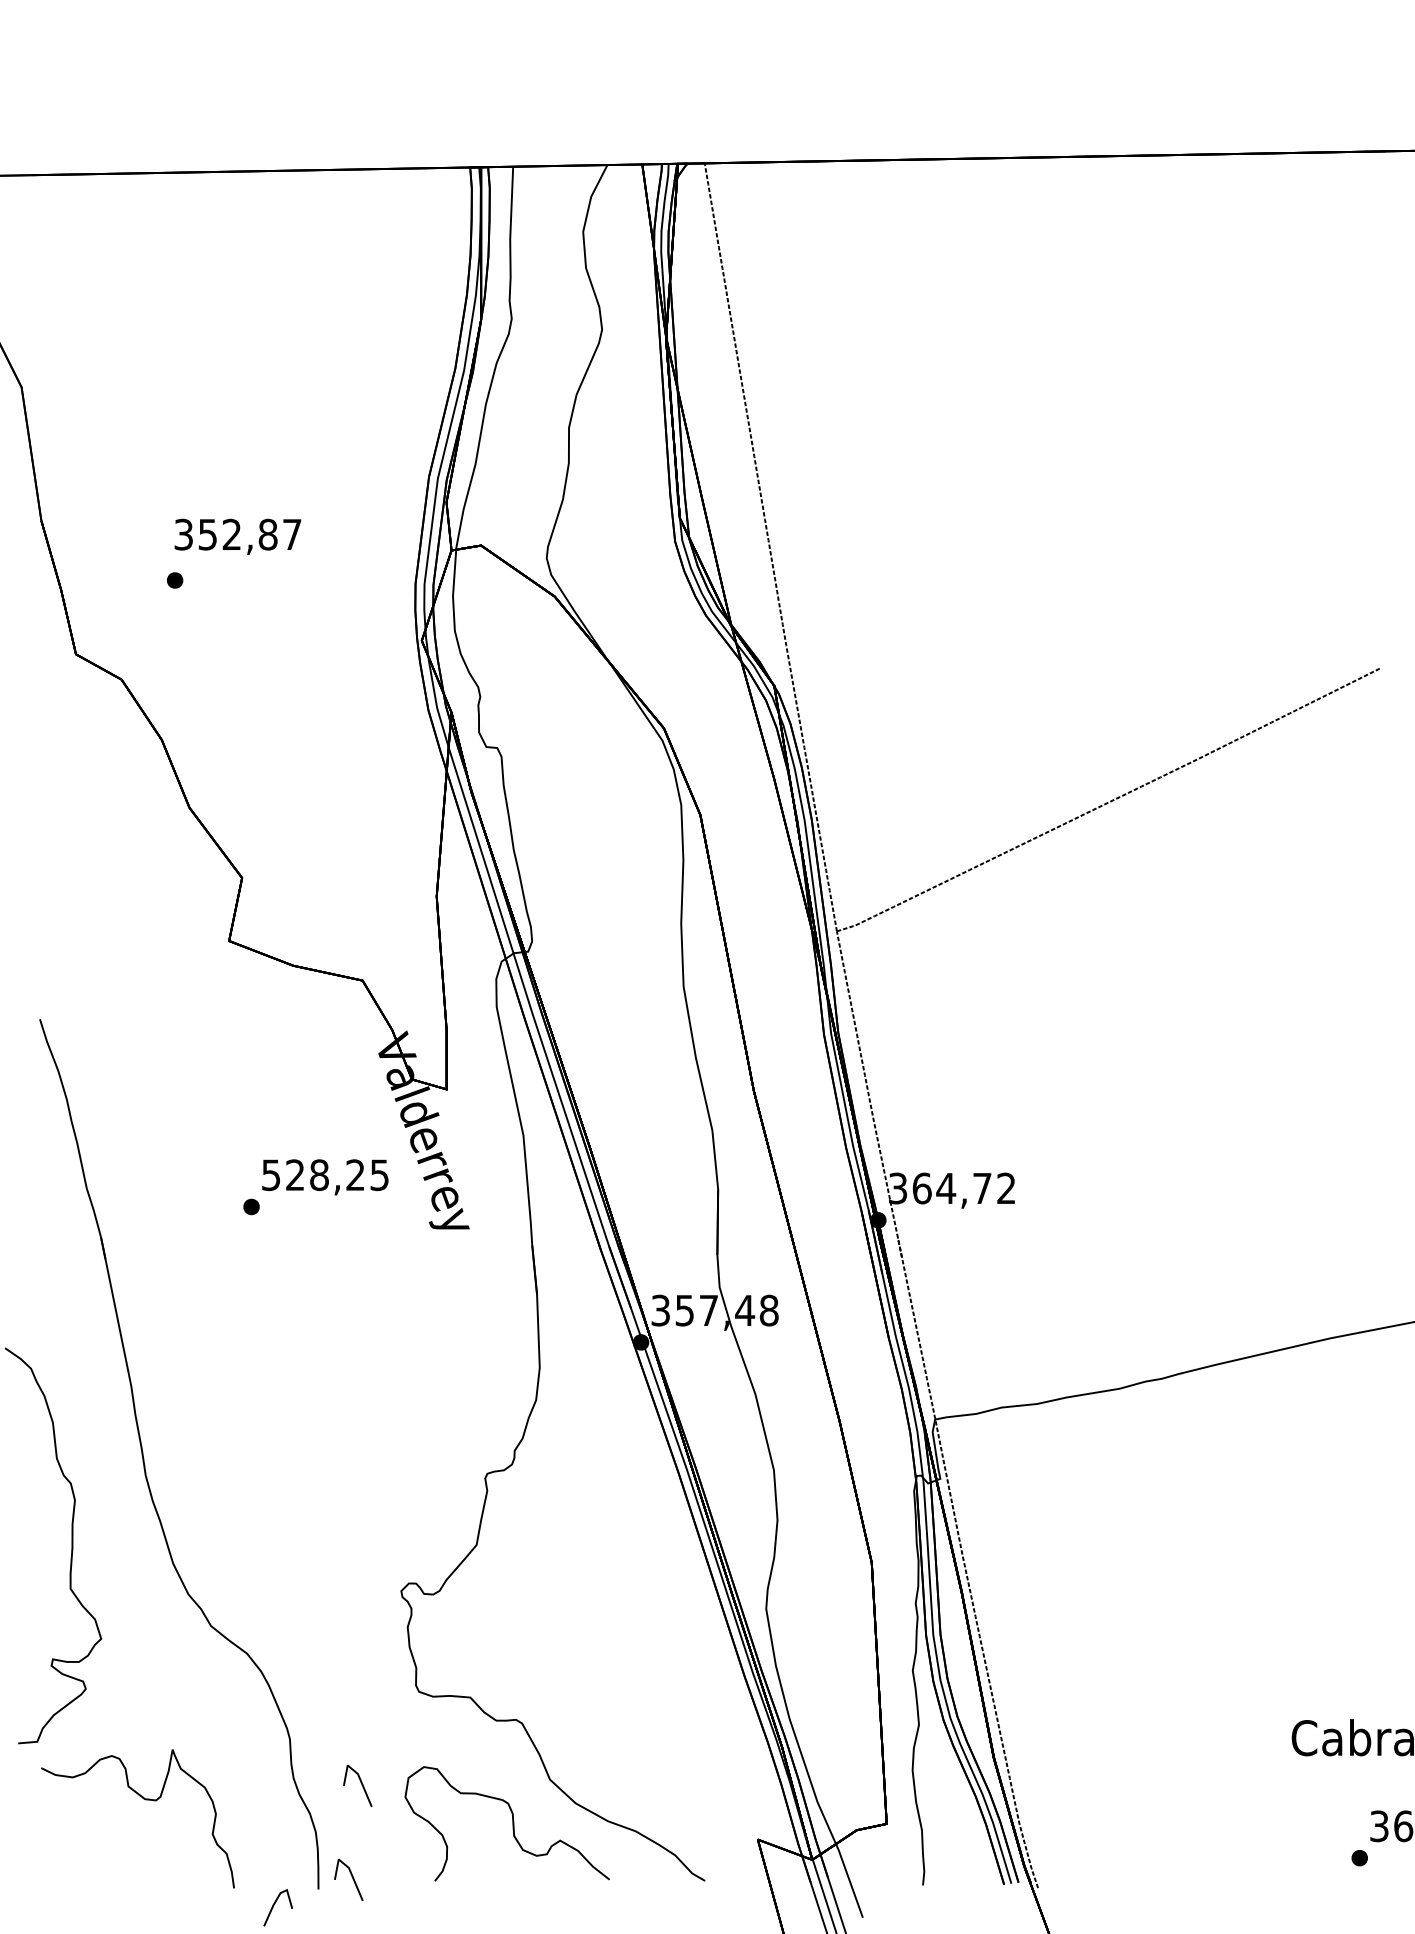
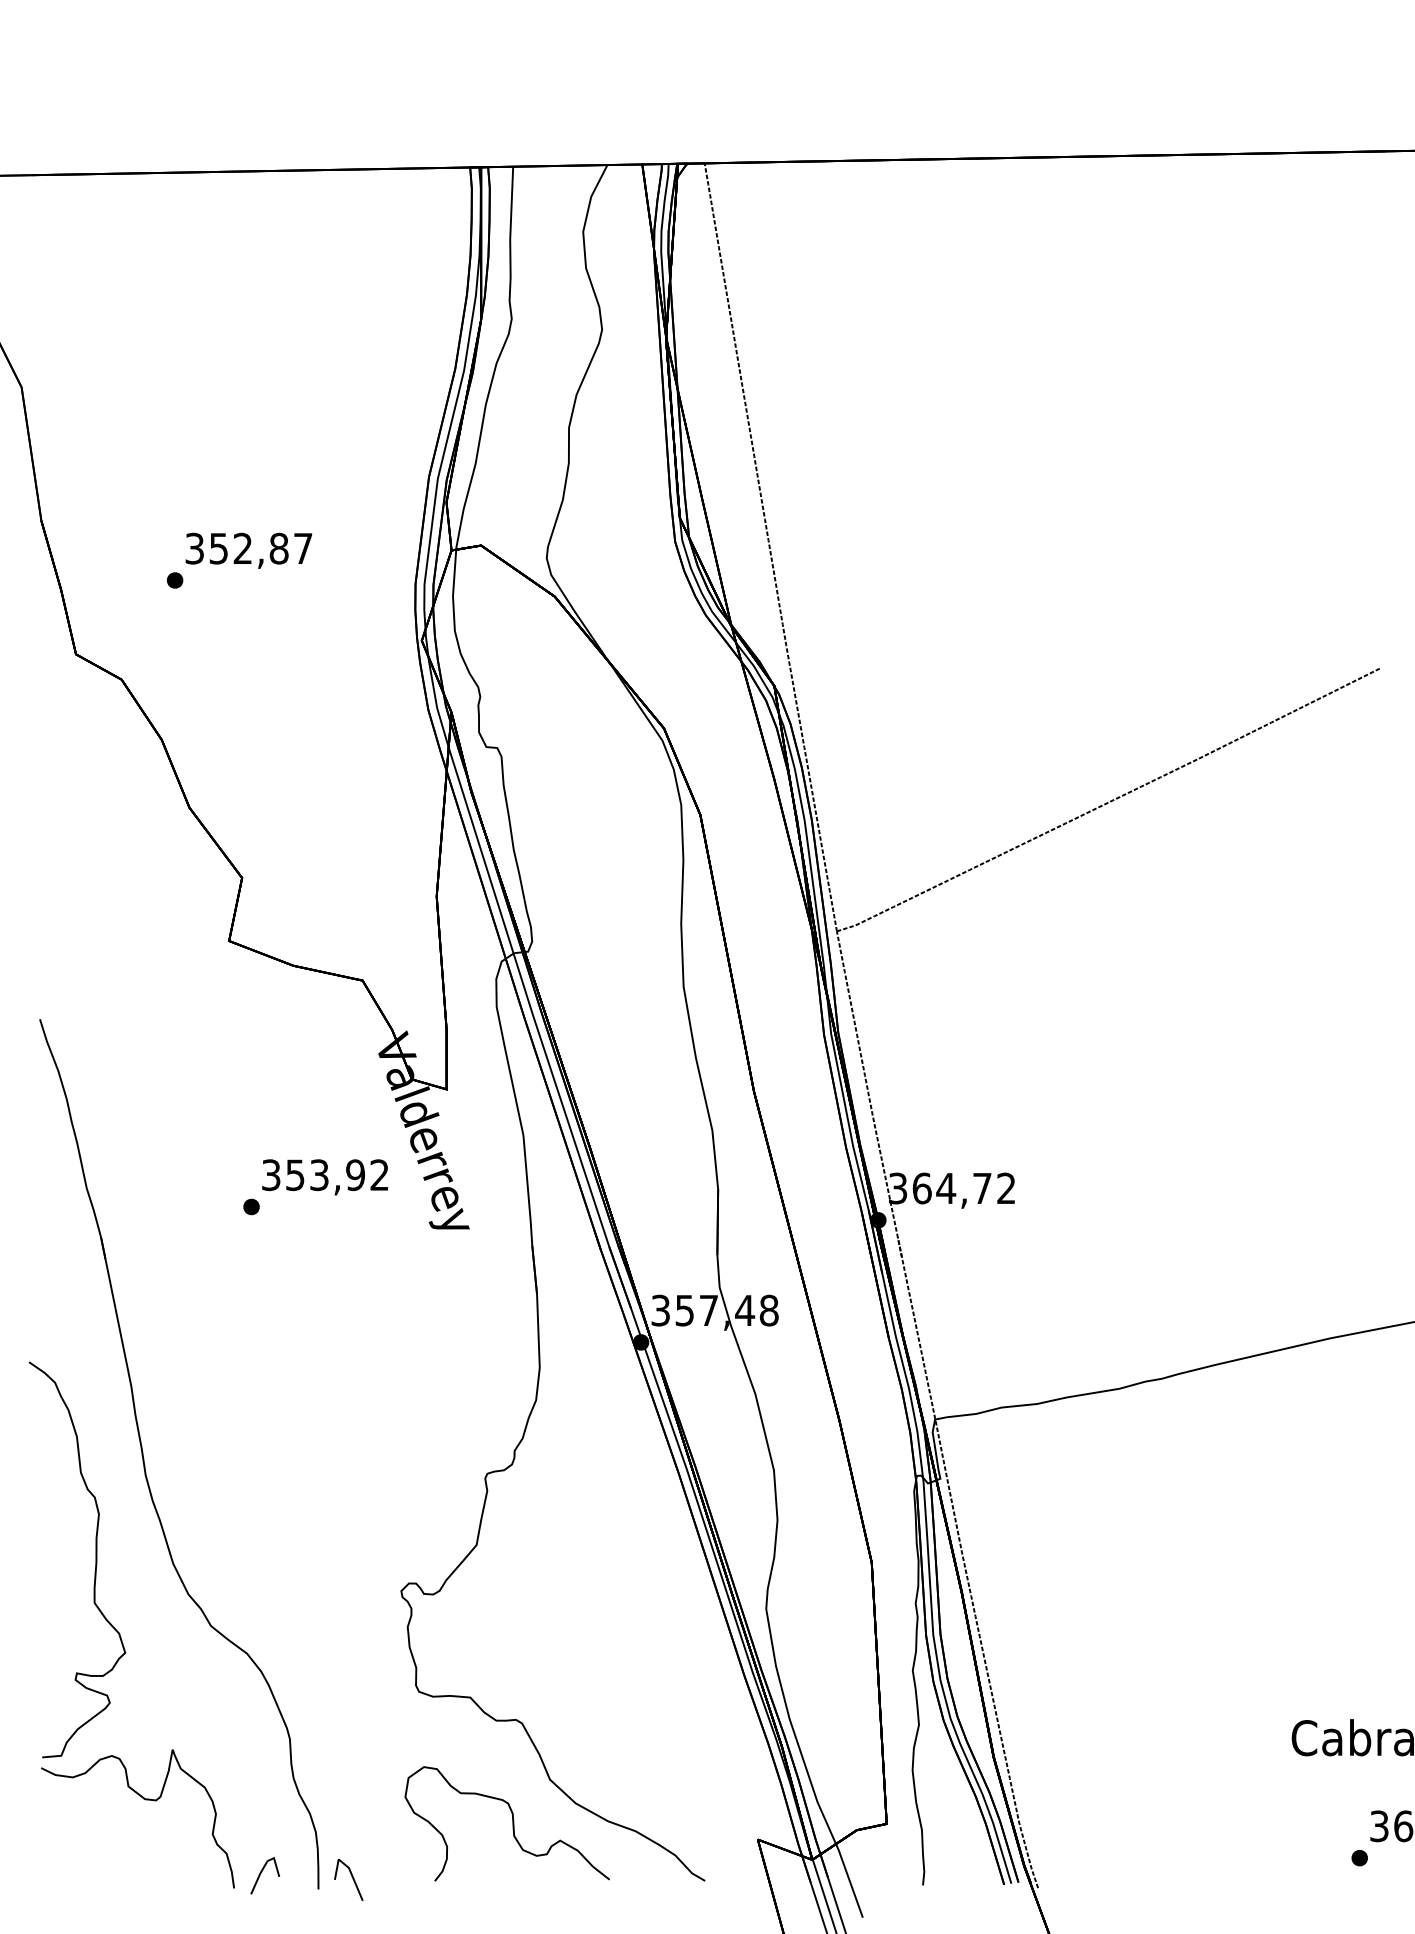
text at (237, 536) position: (237, 536) -> (248, 550)
text at (325, 1175): 528,25 -> 353,92
curve at (71, 1545) position: (71, 1545) -> (95, 1559)
line at (361, 1785): present -> none
line at (274, 1905) position: (274, 1905) -> (261, 1873)
